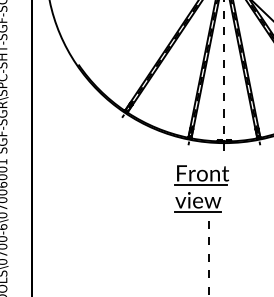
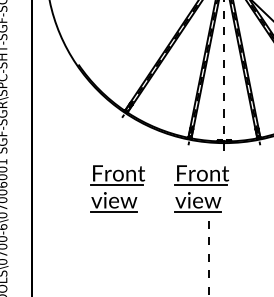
part at (117, 188): none -> present
